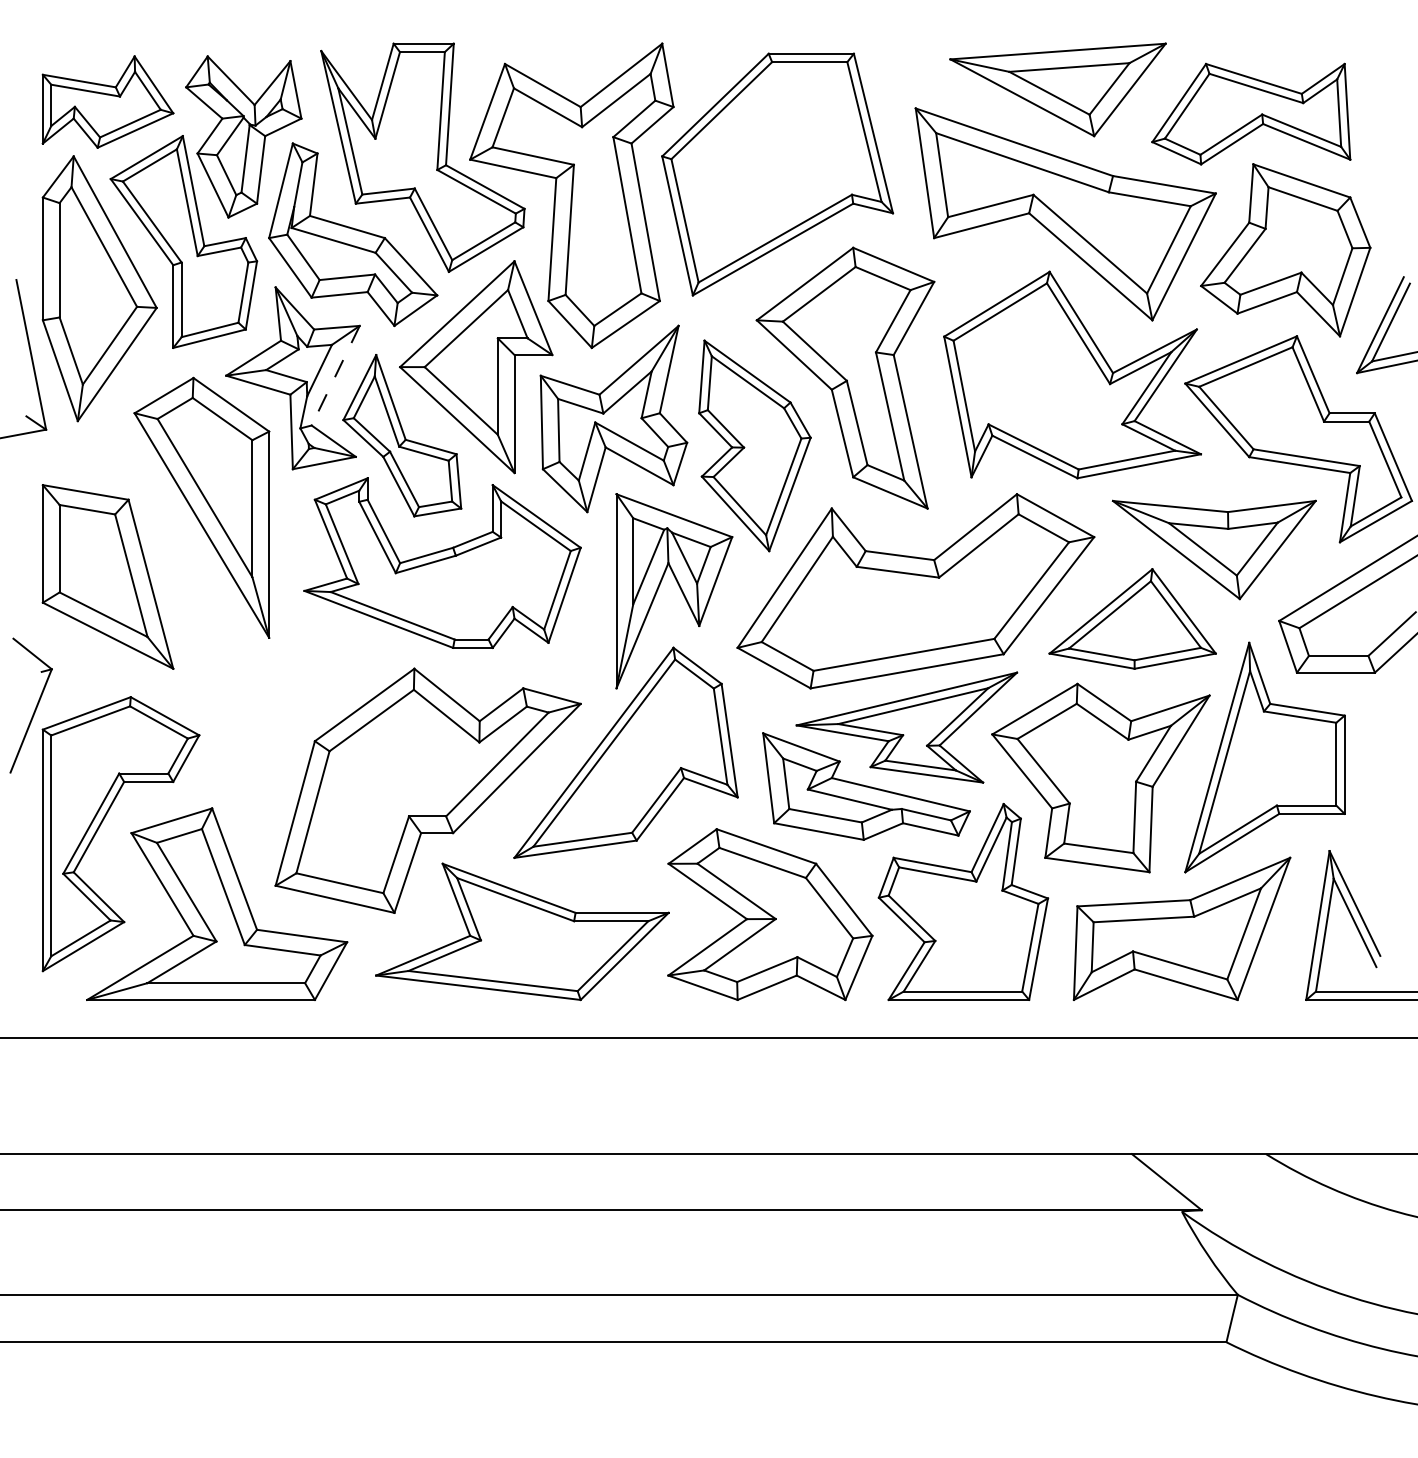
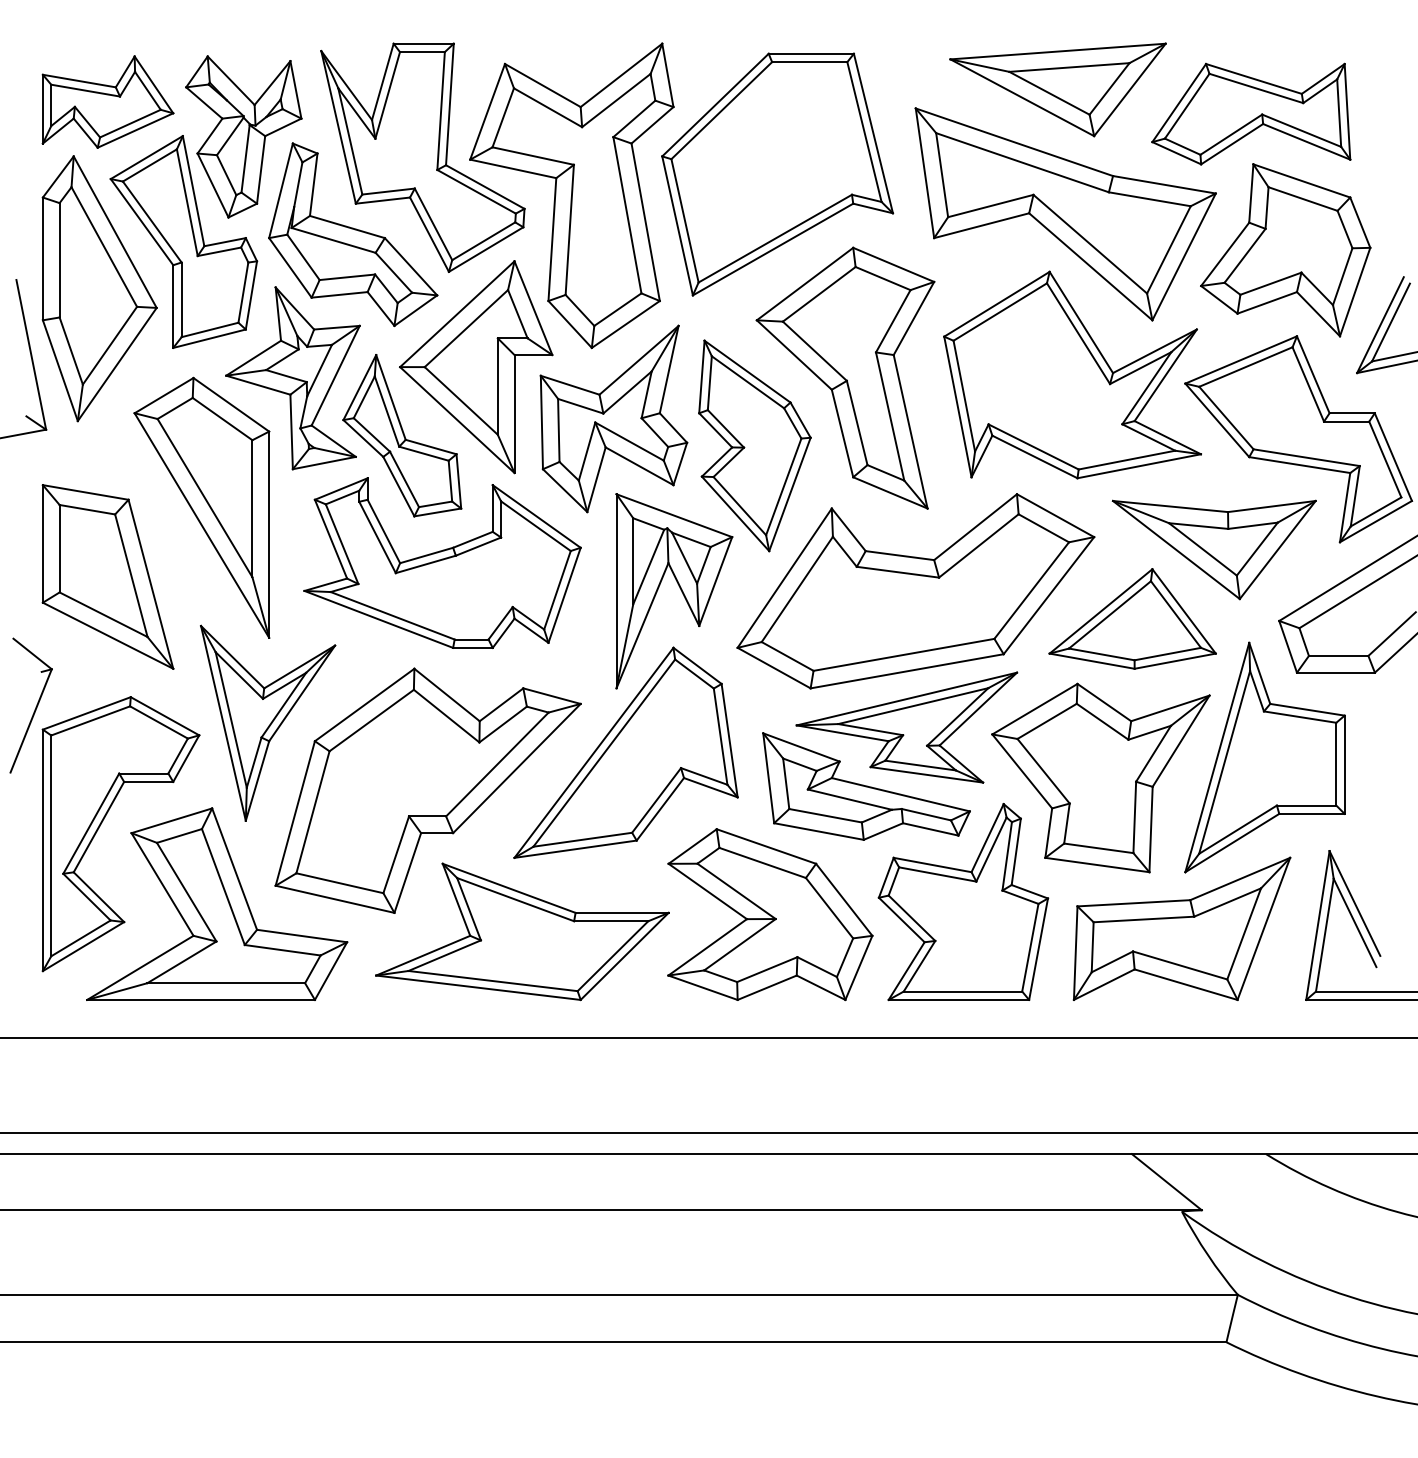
line at (335, 376): dashed -> solid
part at (268, 722): none -> present
line at (708, 1132): none -> present
